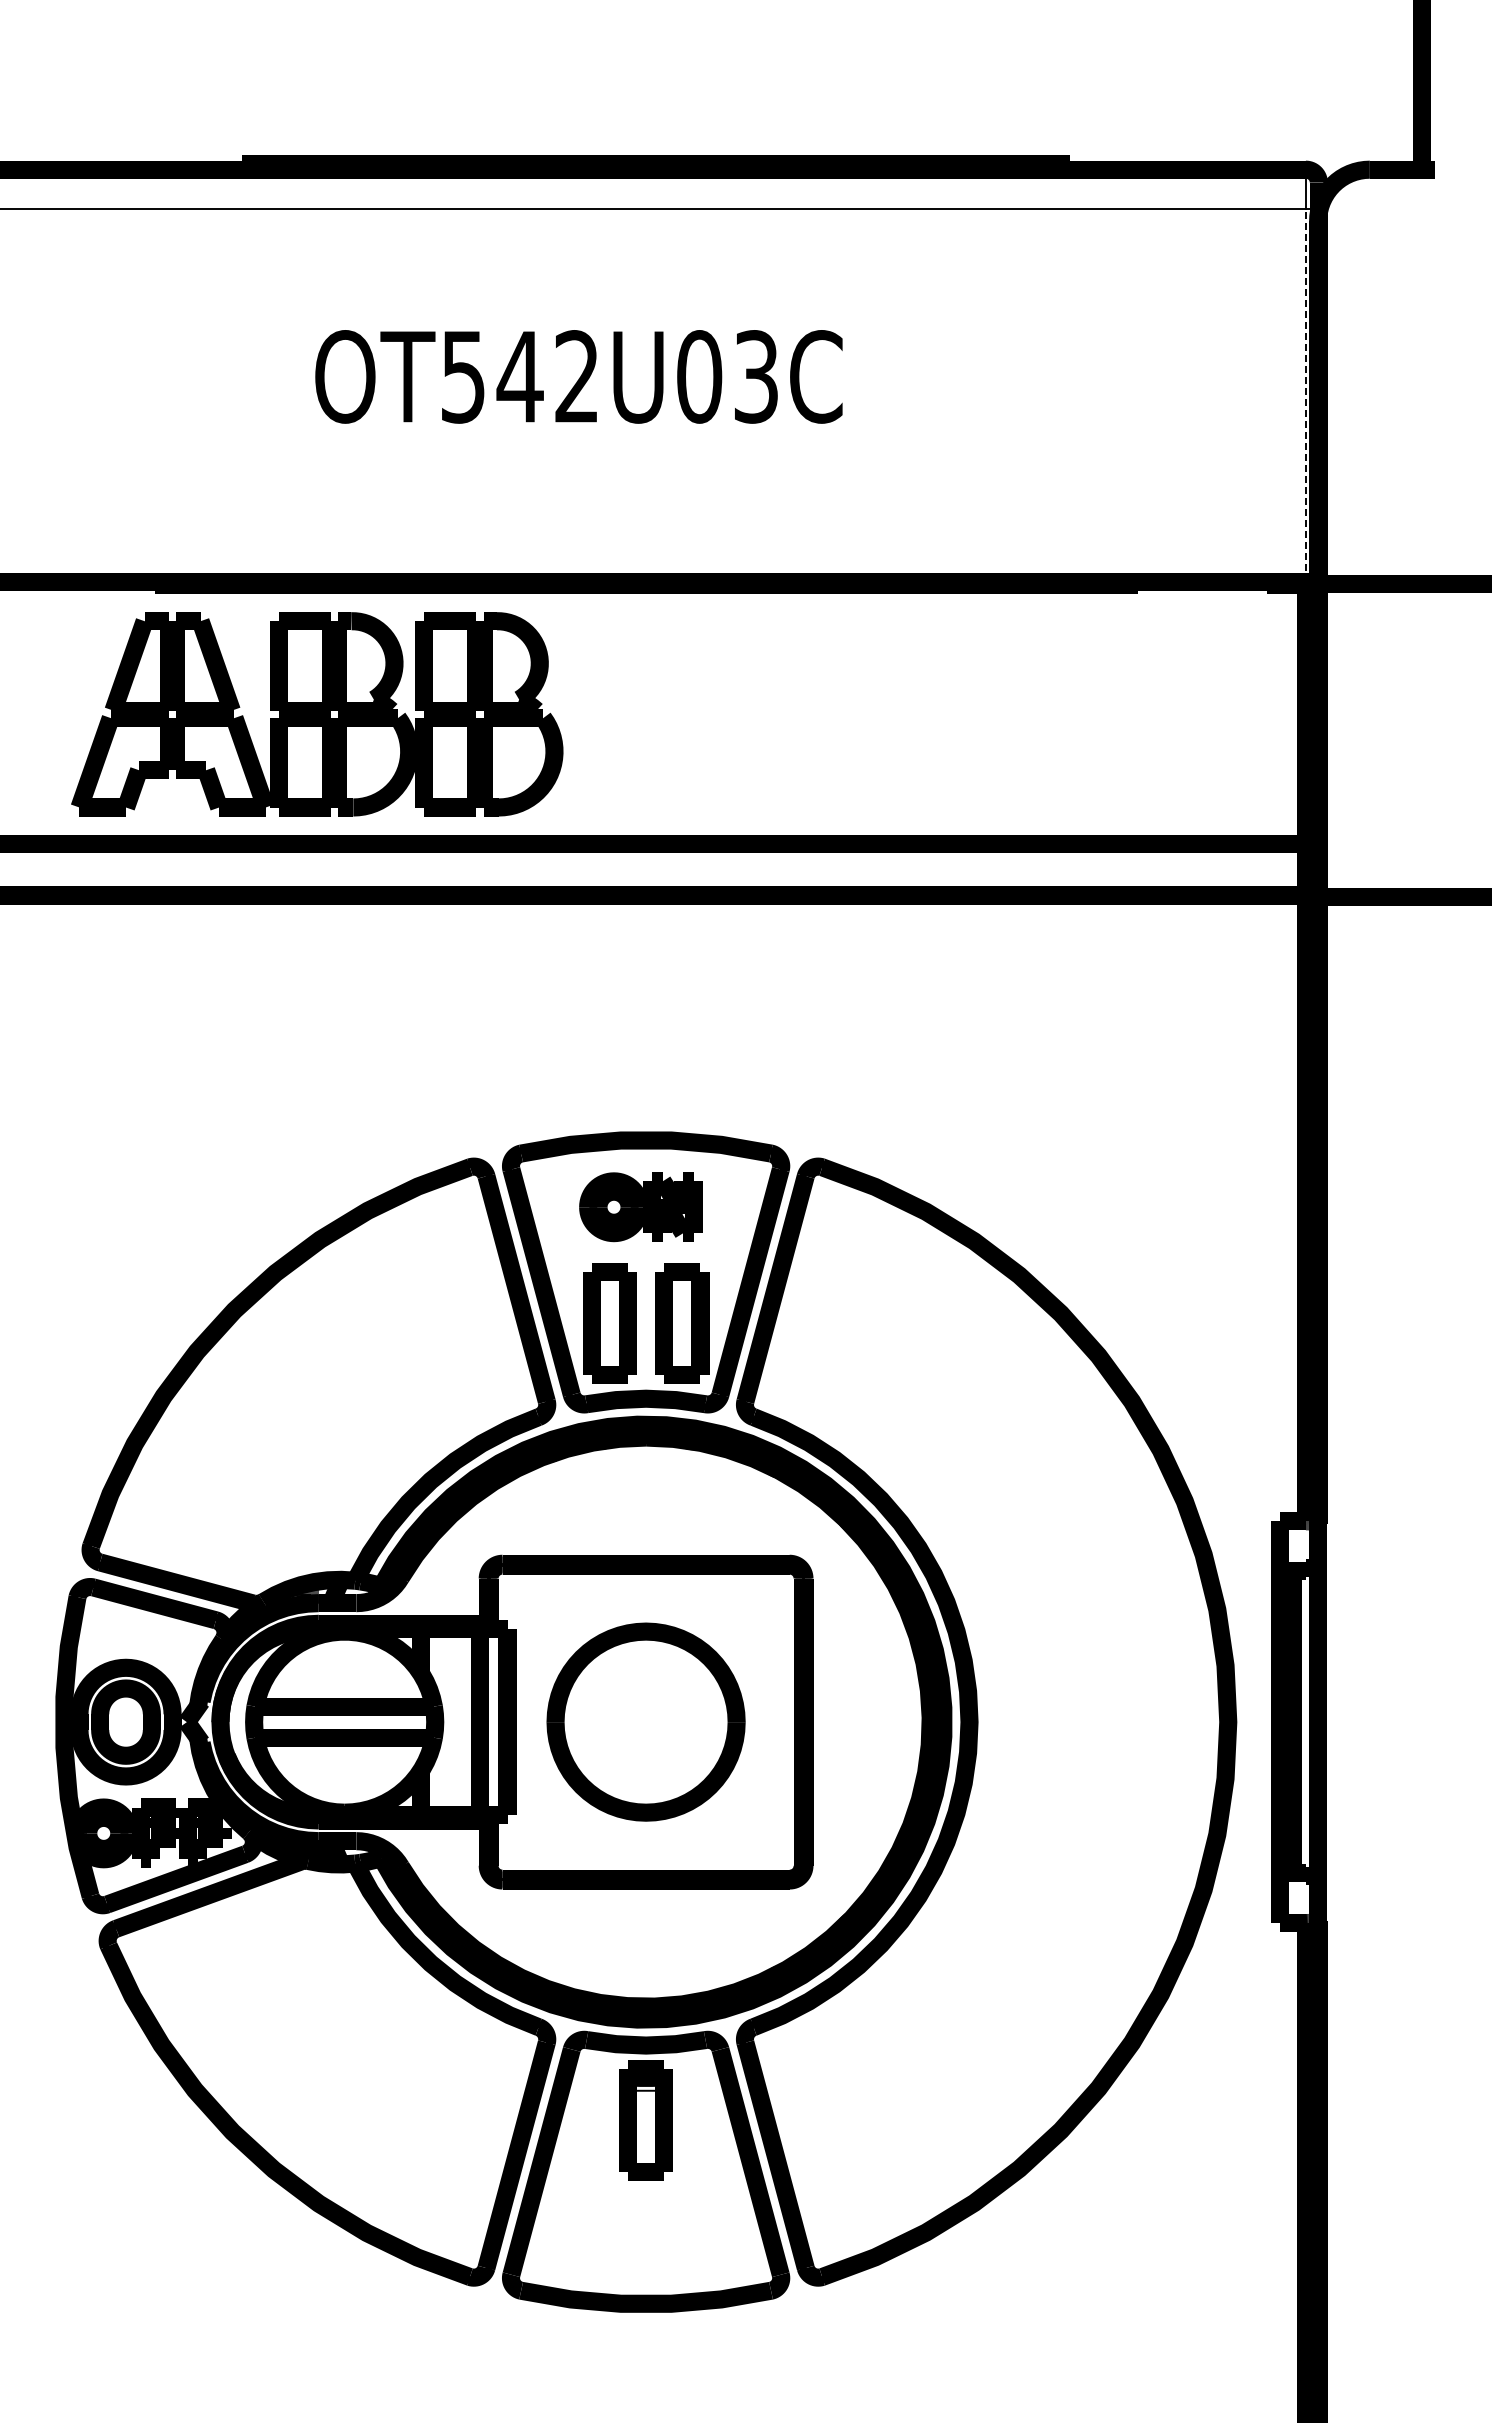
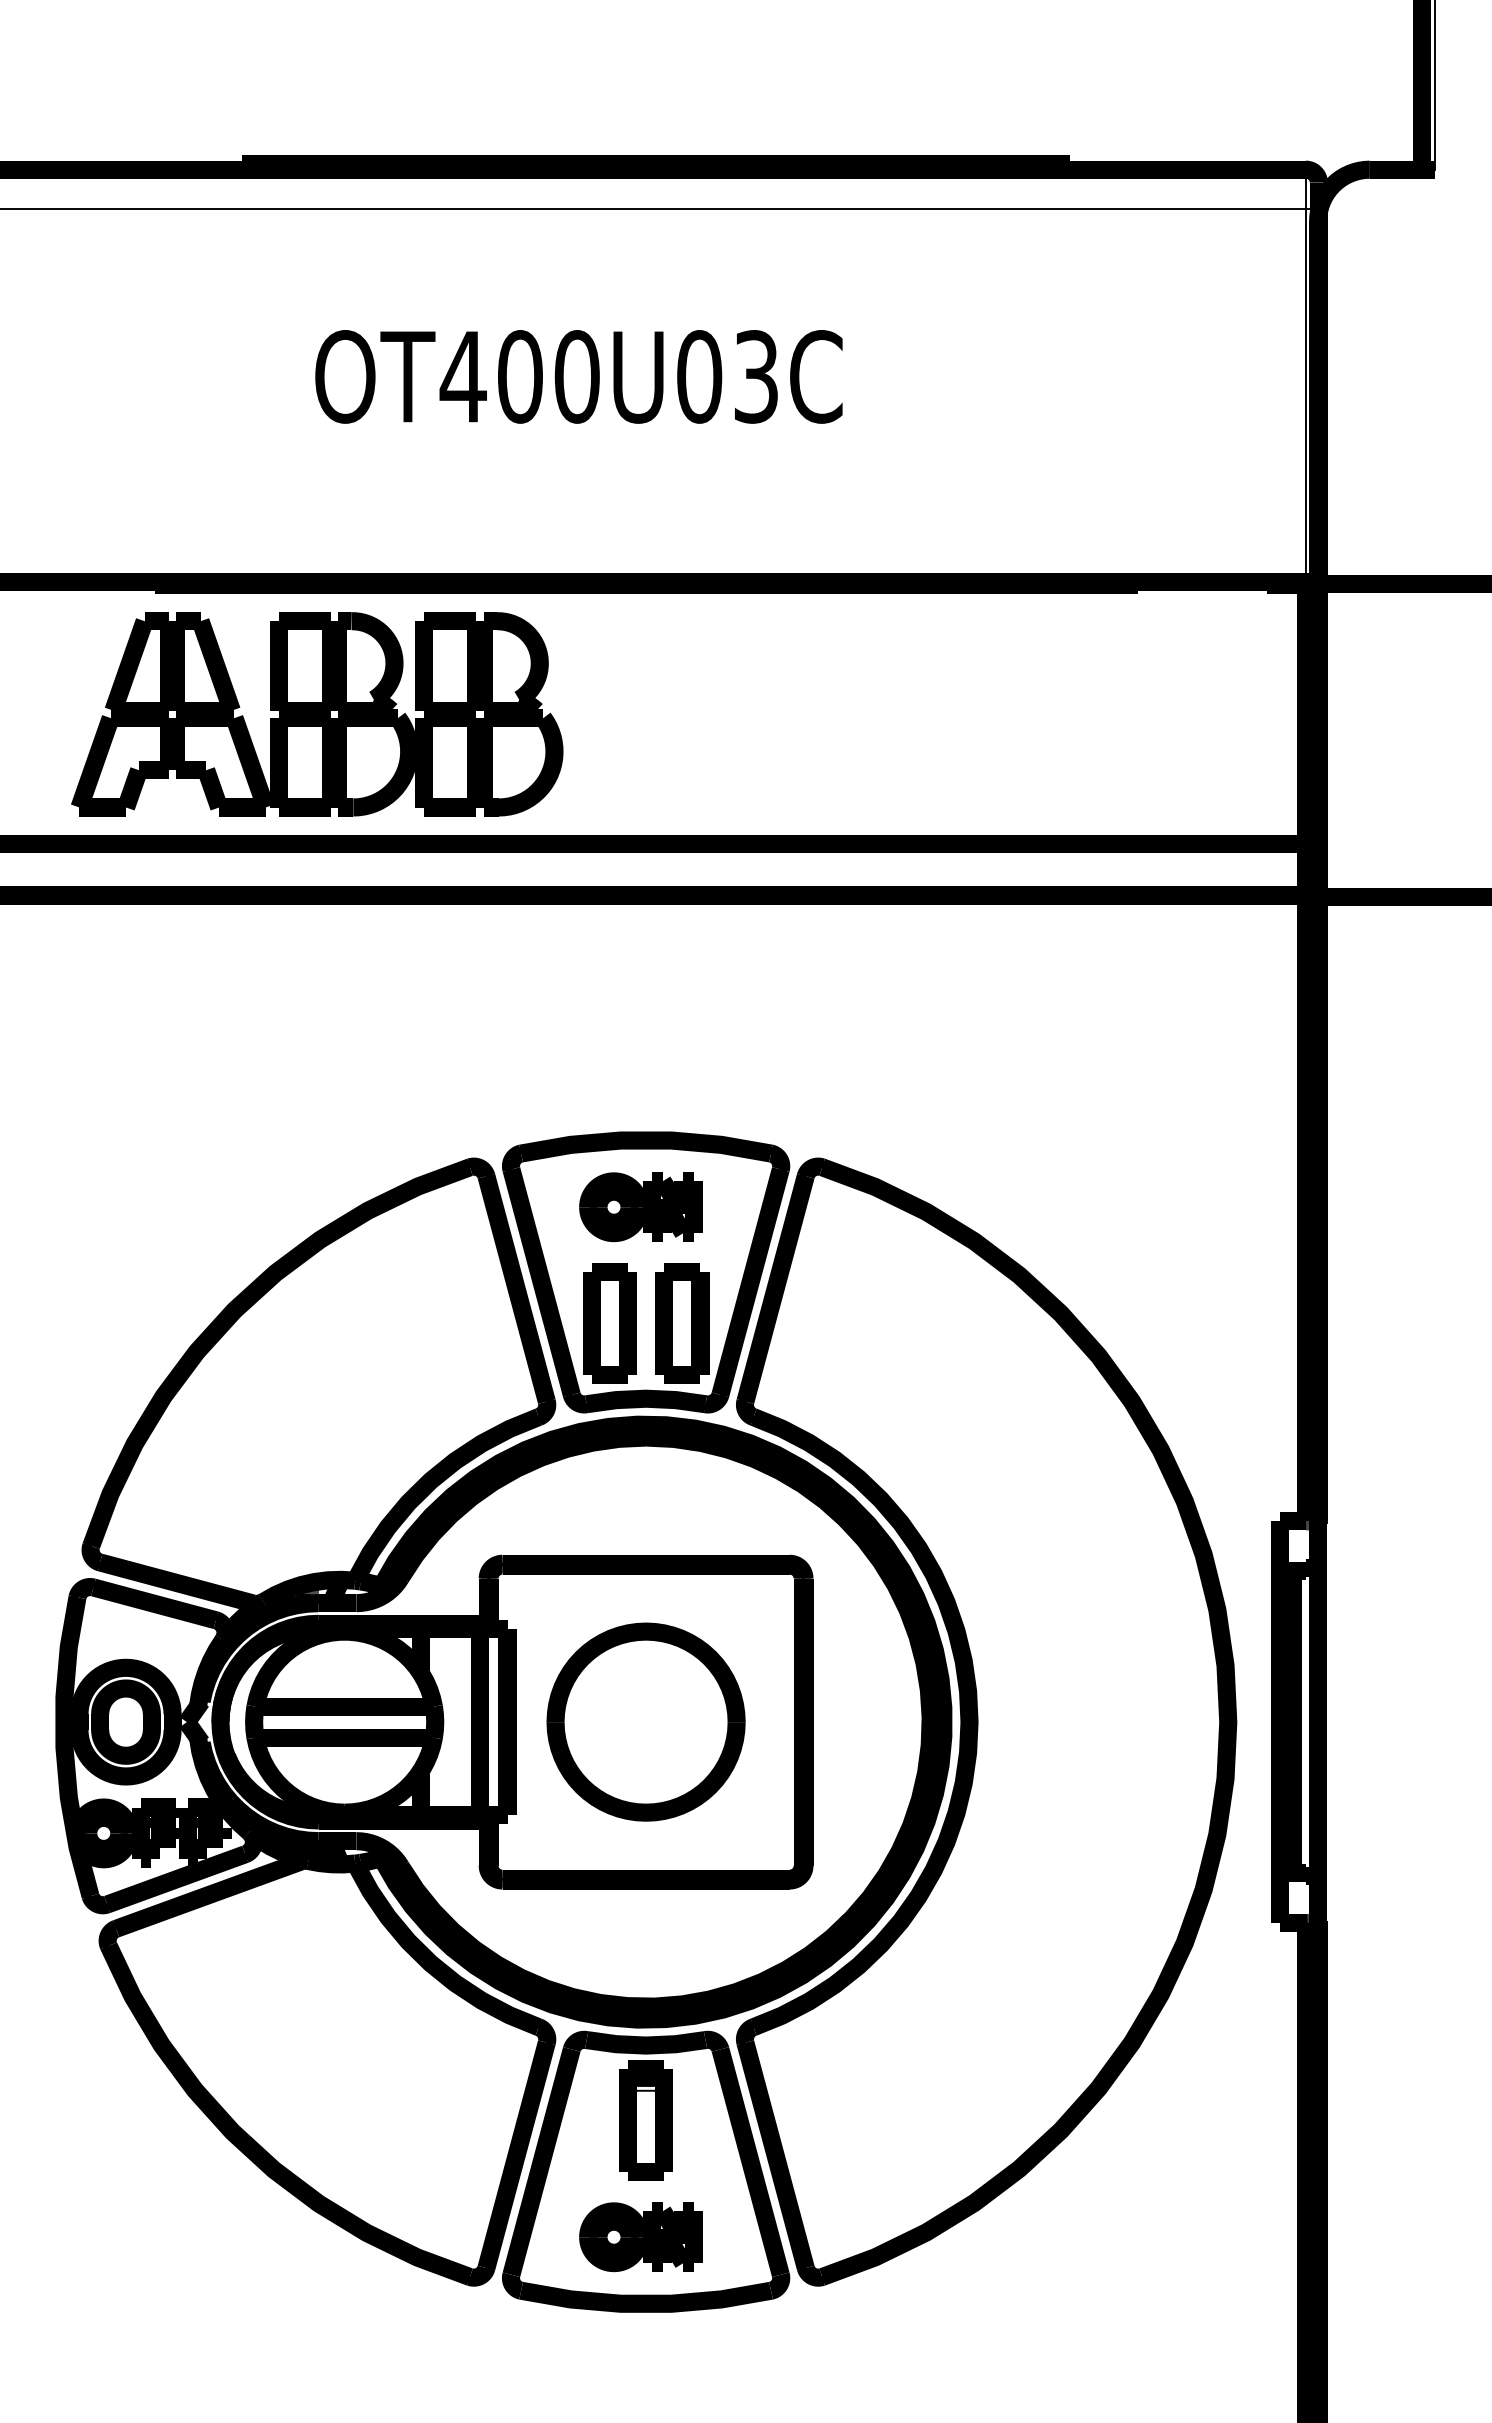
line at (1434, 85): none -> present
text at (519, 376): OT542U03C -> OT400U03C
line at (1305, 395): dashed -> solid
part at (640, 2237): none -> present
